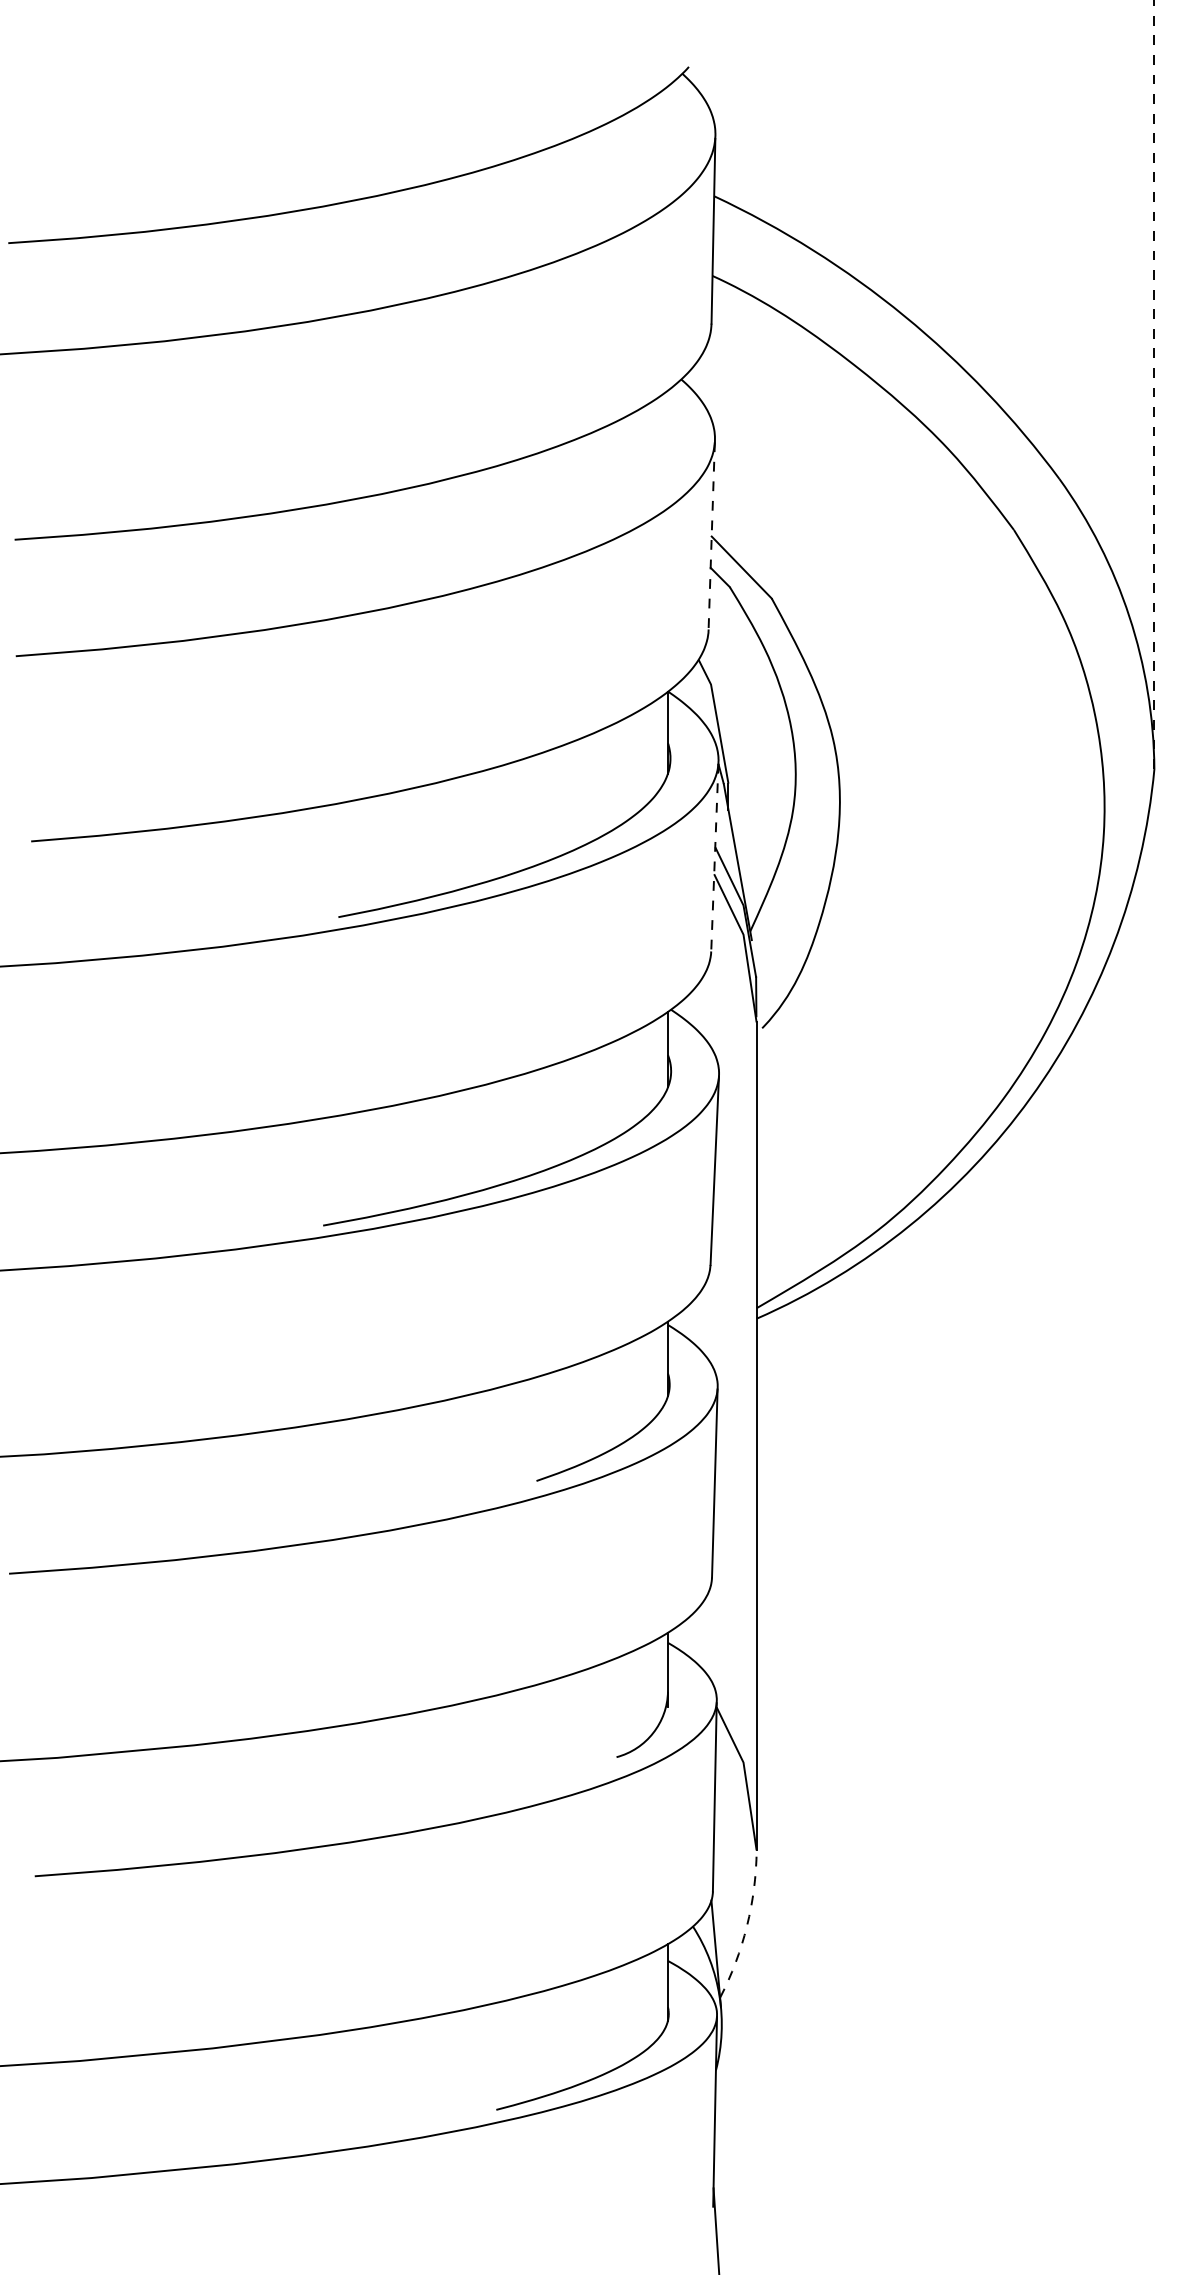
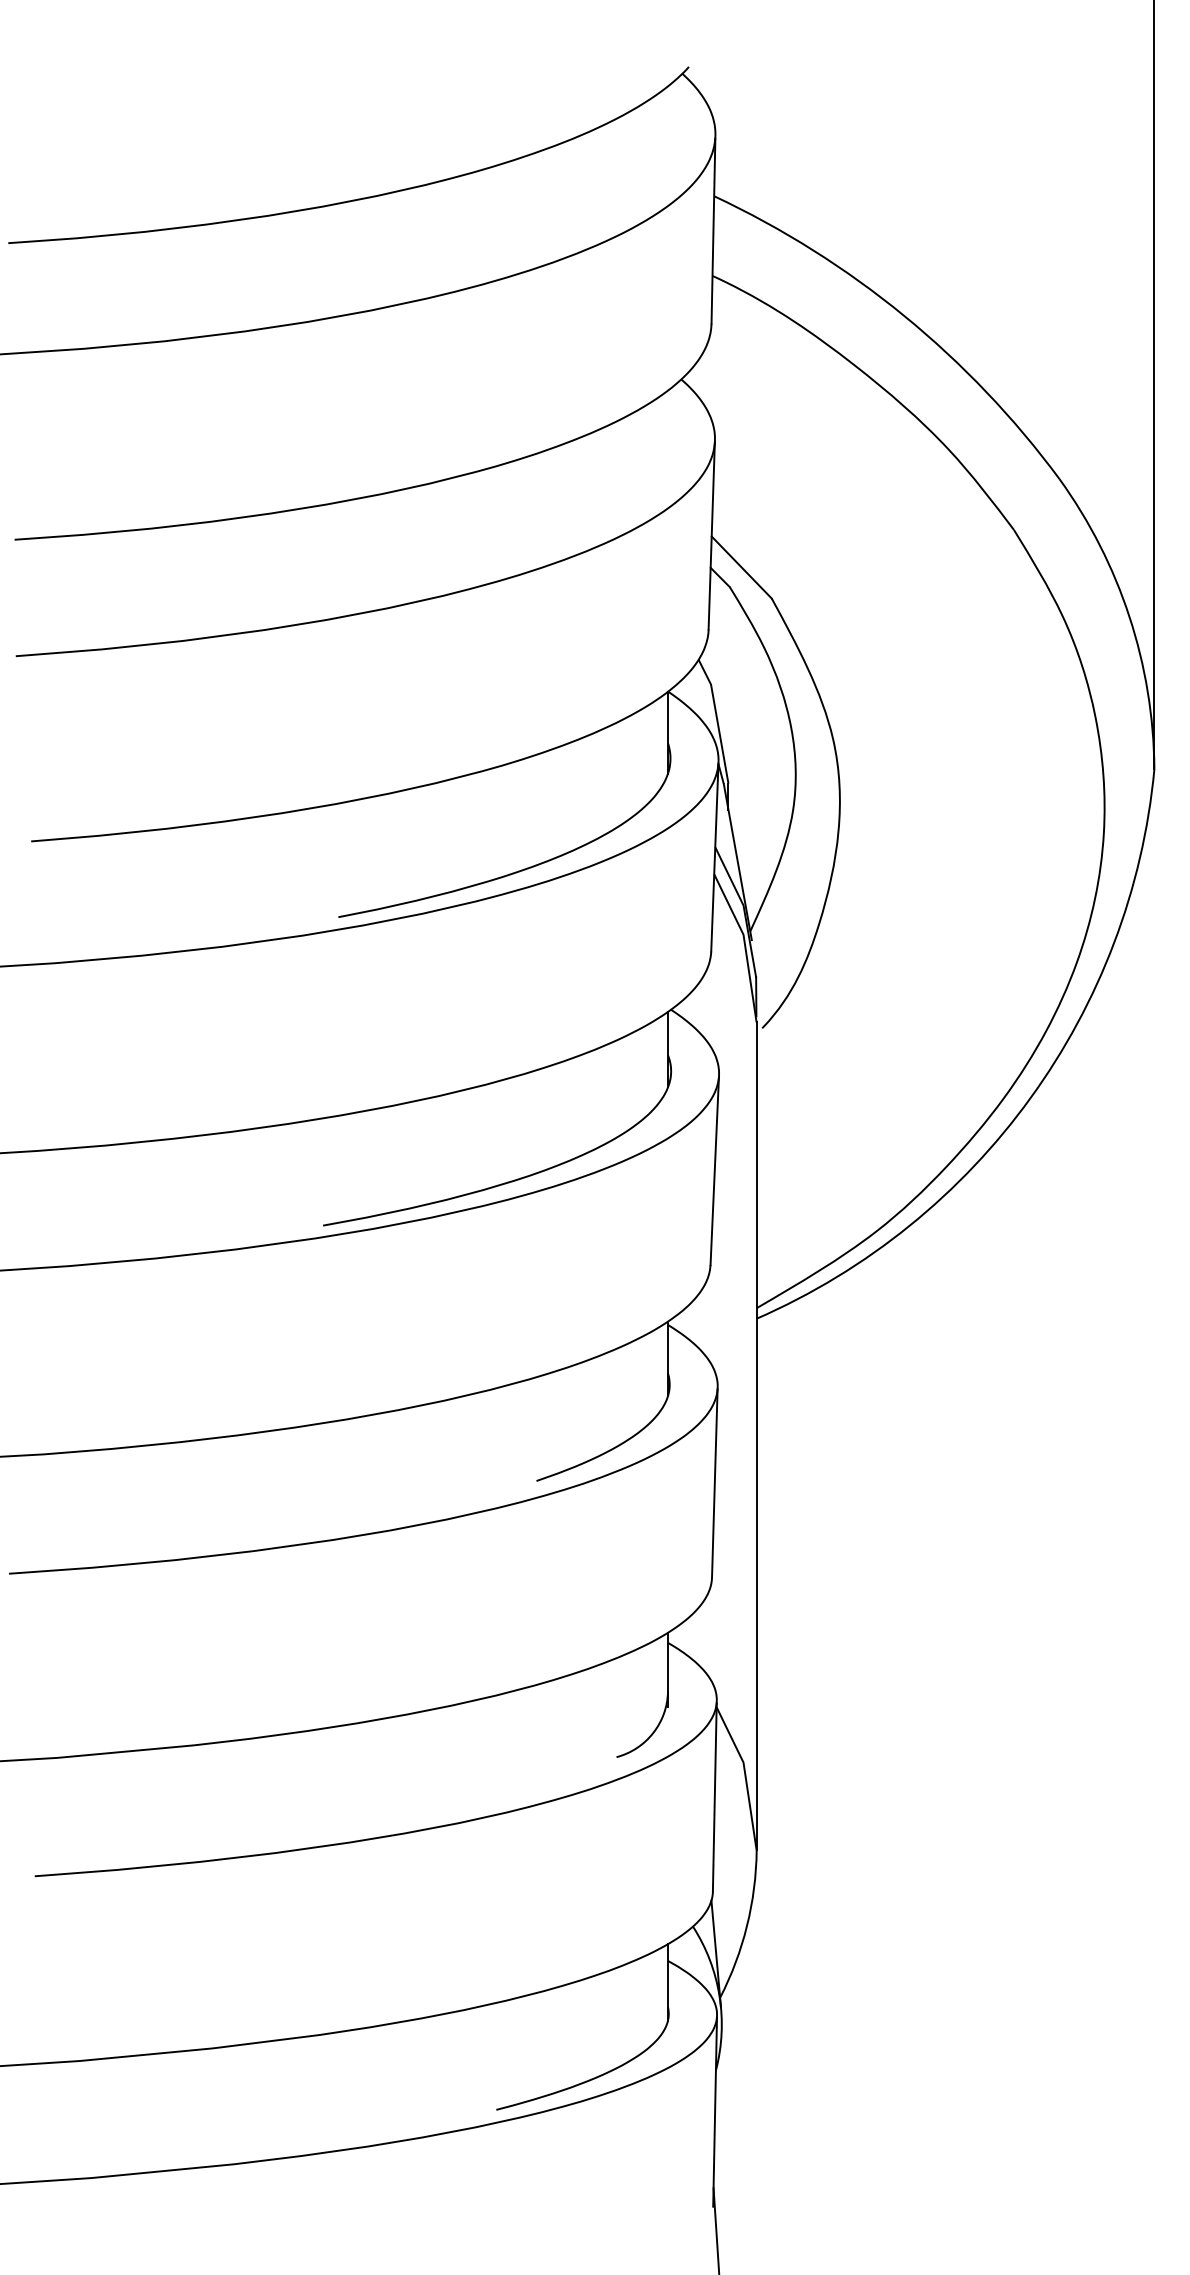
line at (1154, 384): dashed -> solid
line at (711, 535): dashed -> solid
line at (714, 857): dashed -> solid
arc at (747, 1926): dashed -> solid
